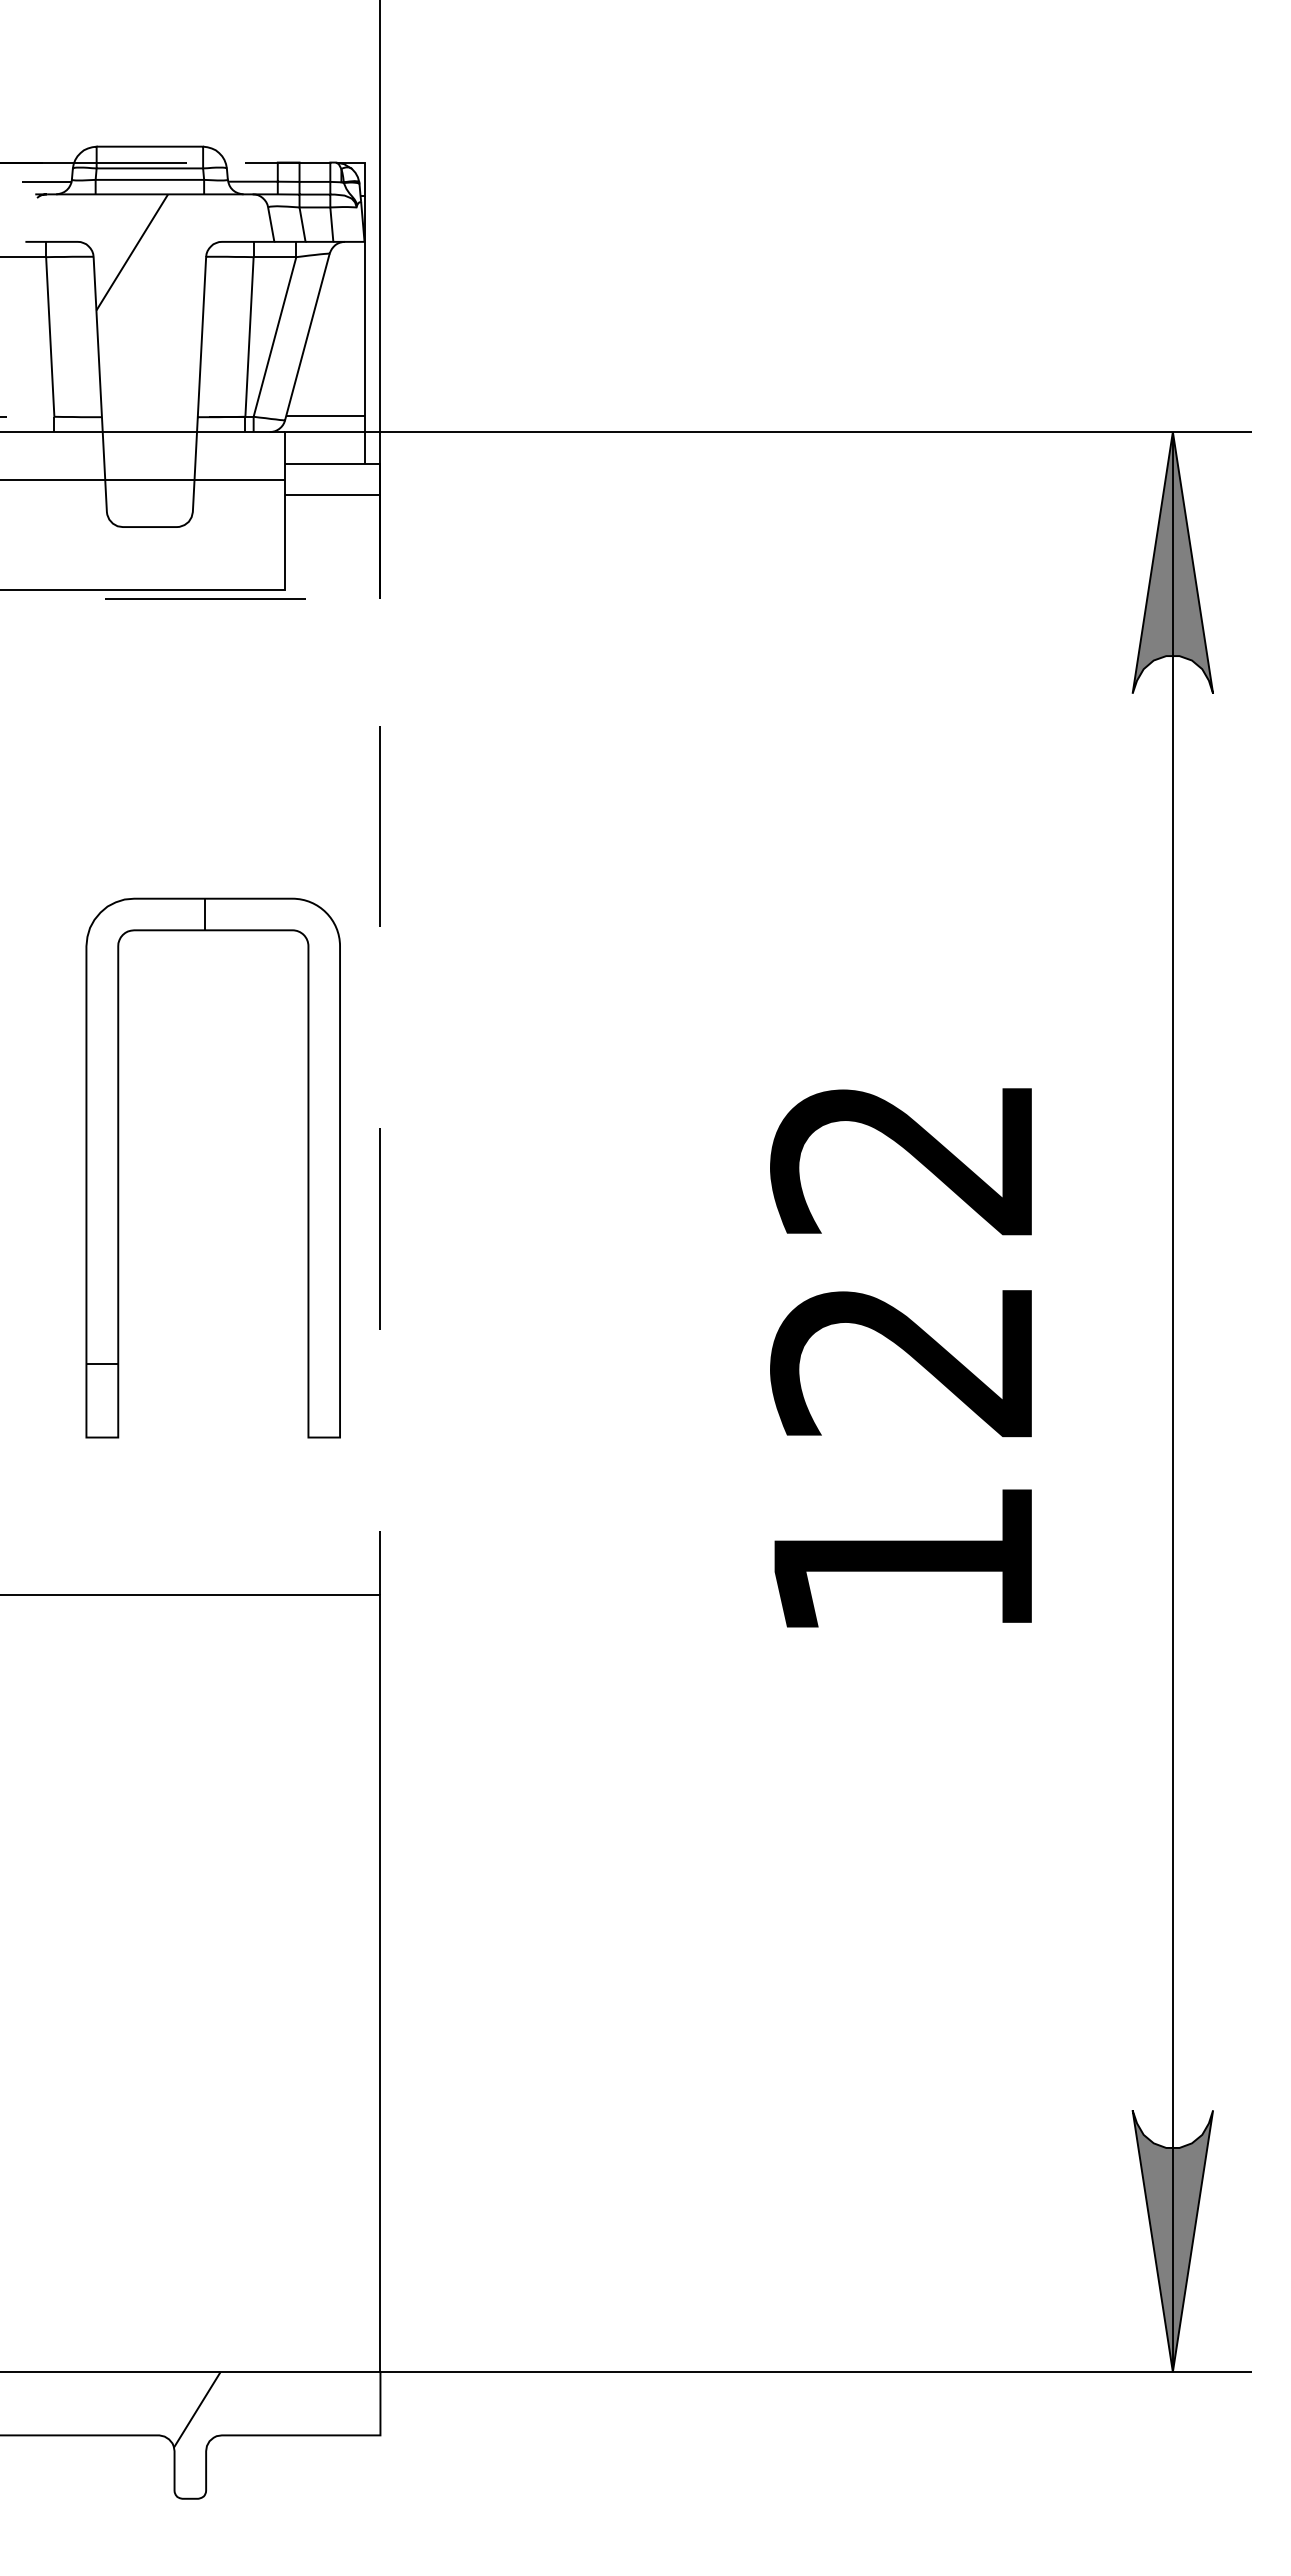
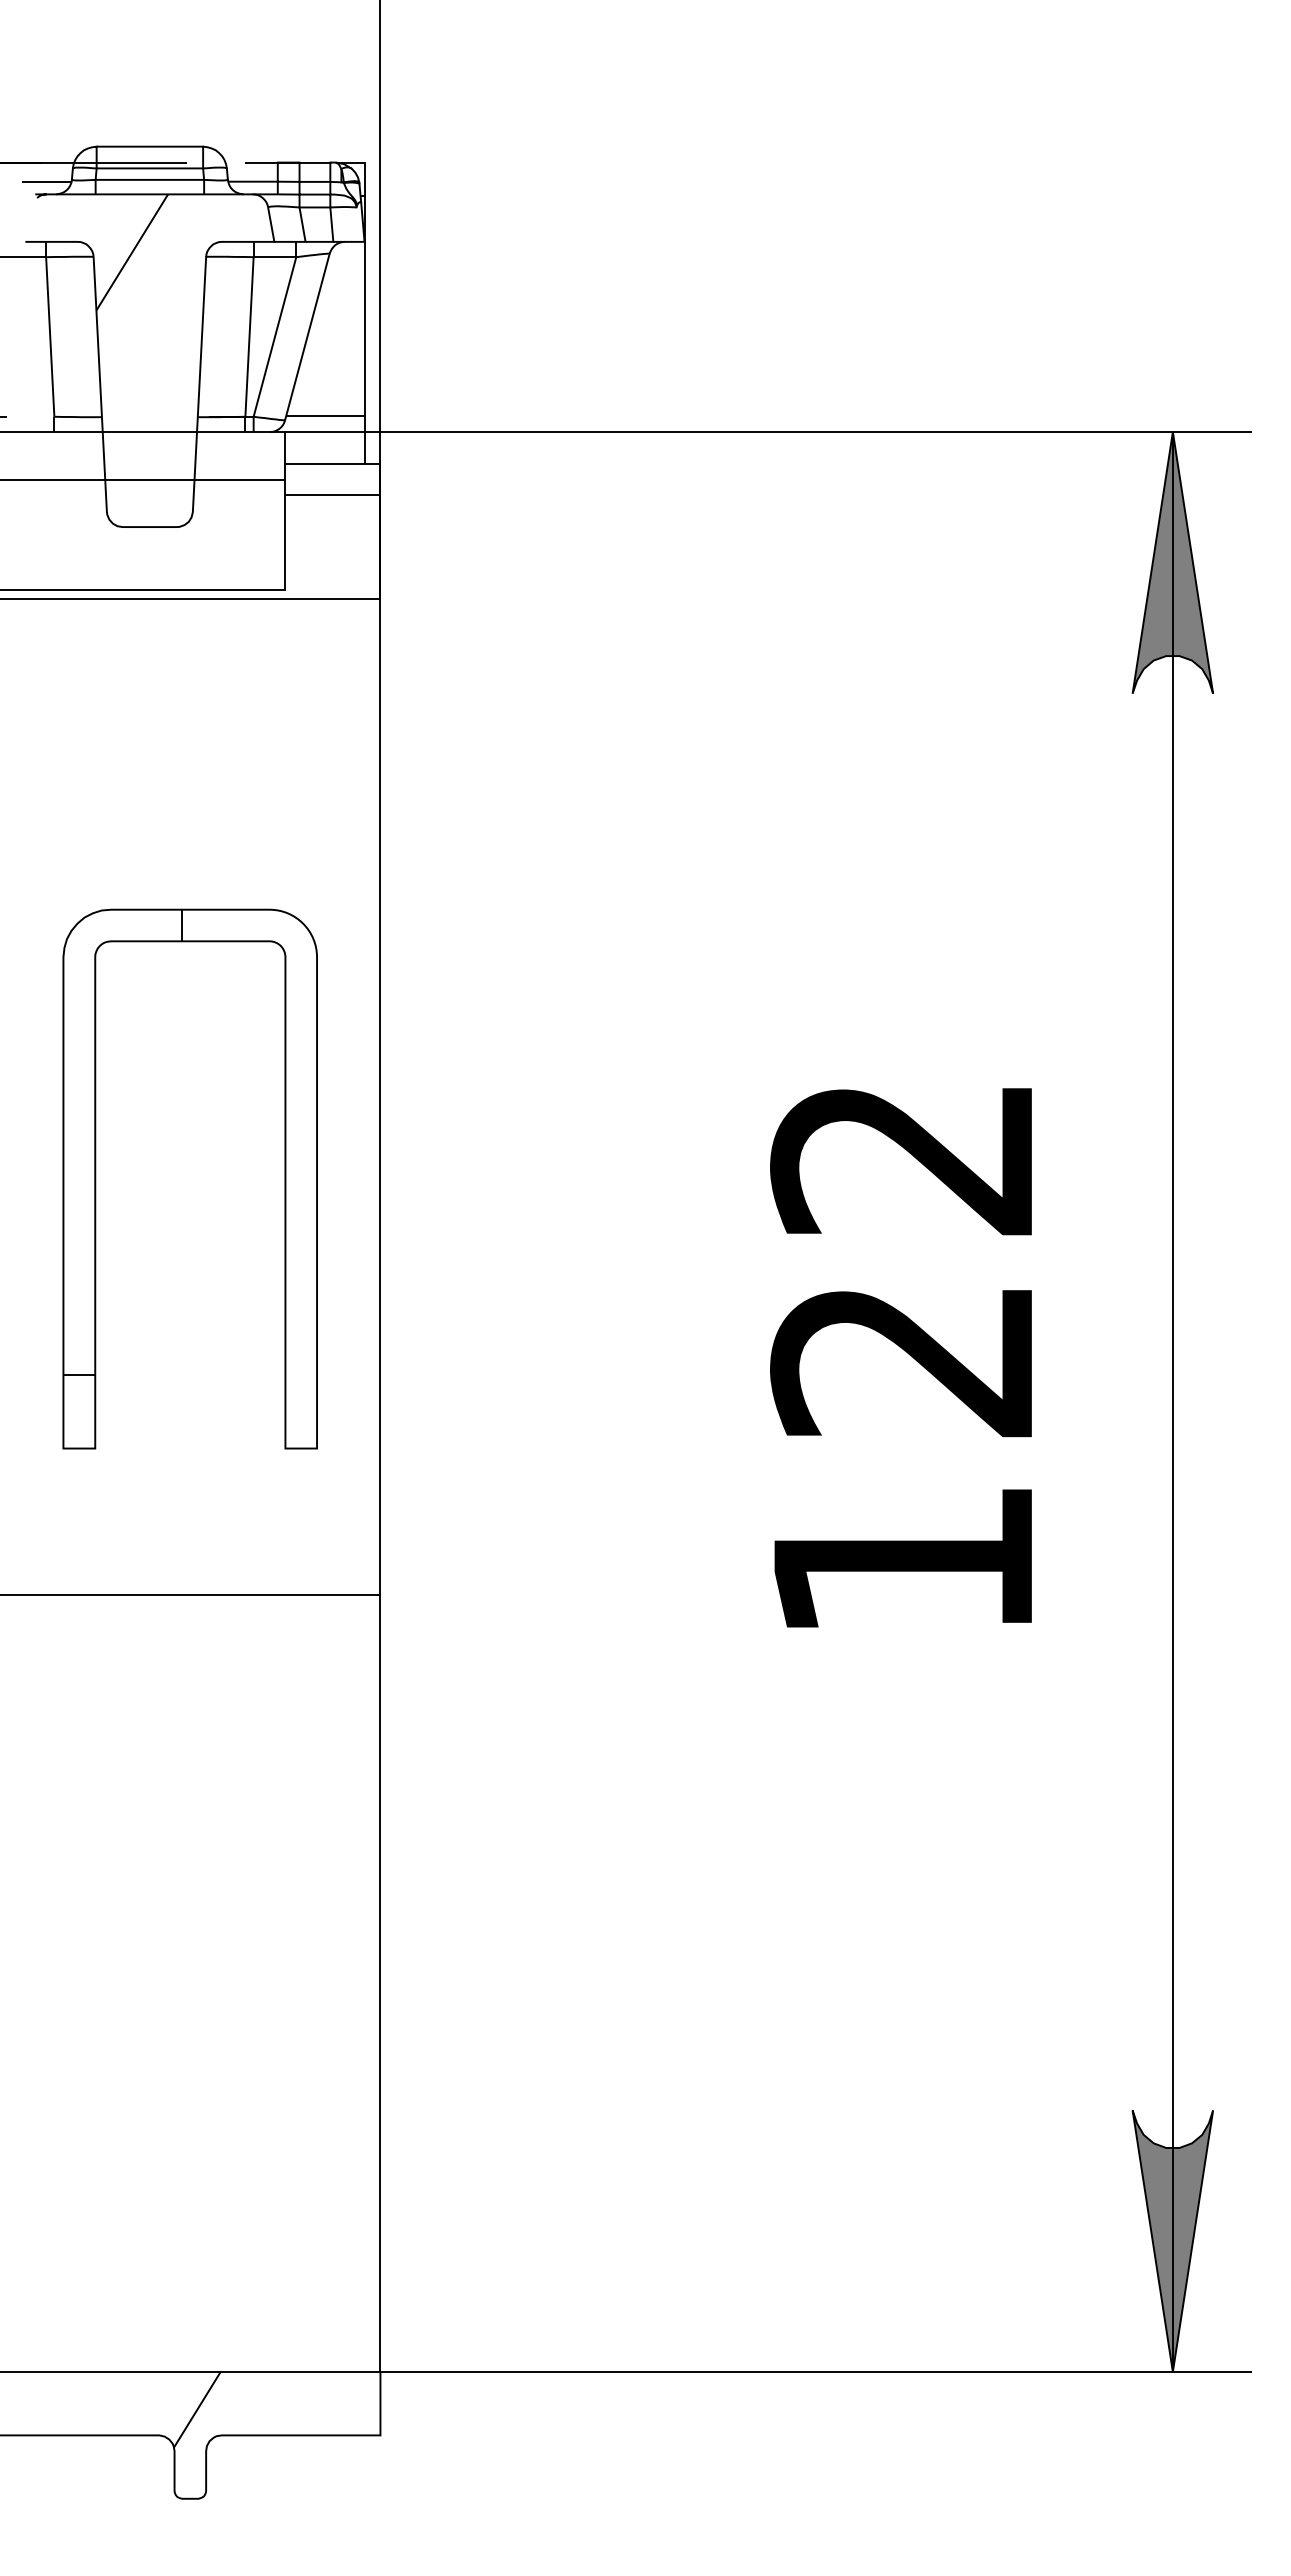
line at (380, 906): dashed -> solid
part at (119, 1167) position: (119, 1167) -> (96, 1178)
